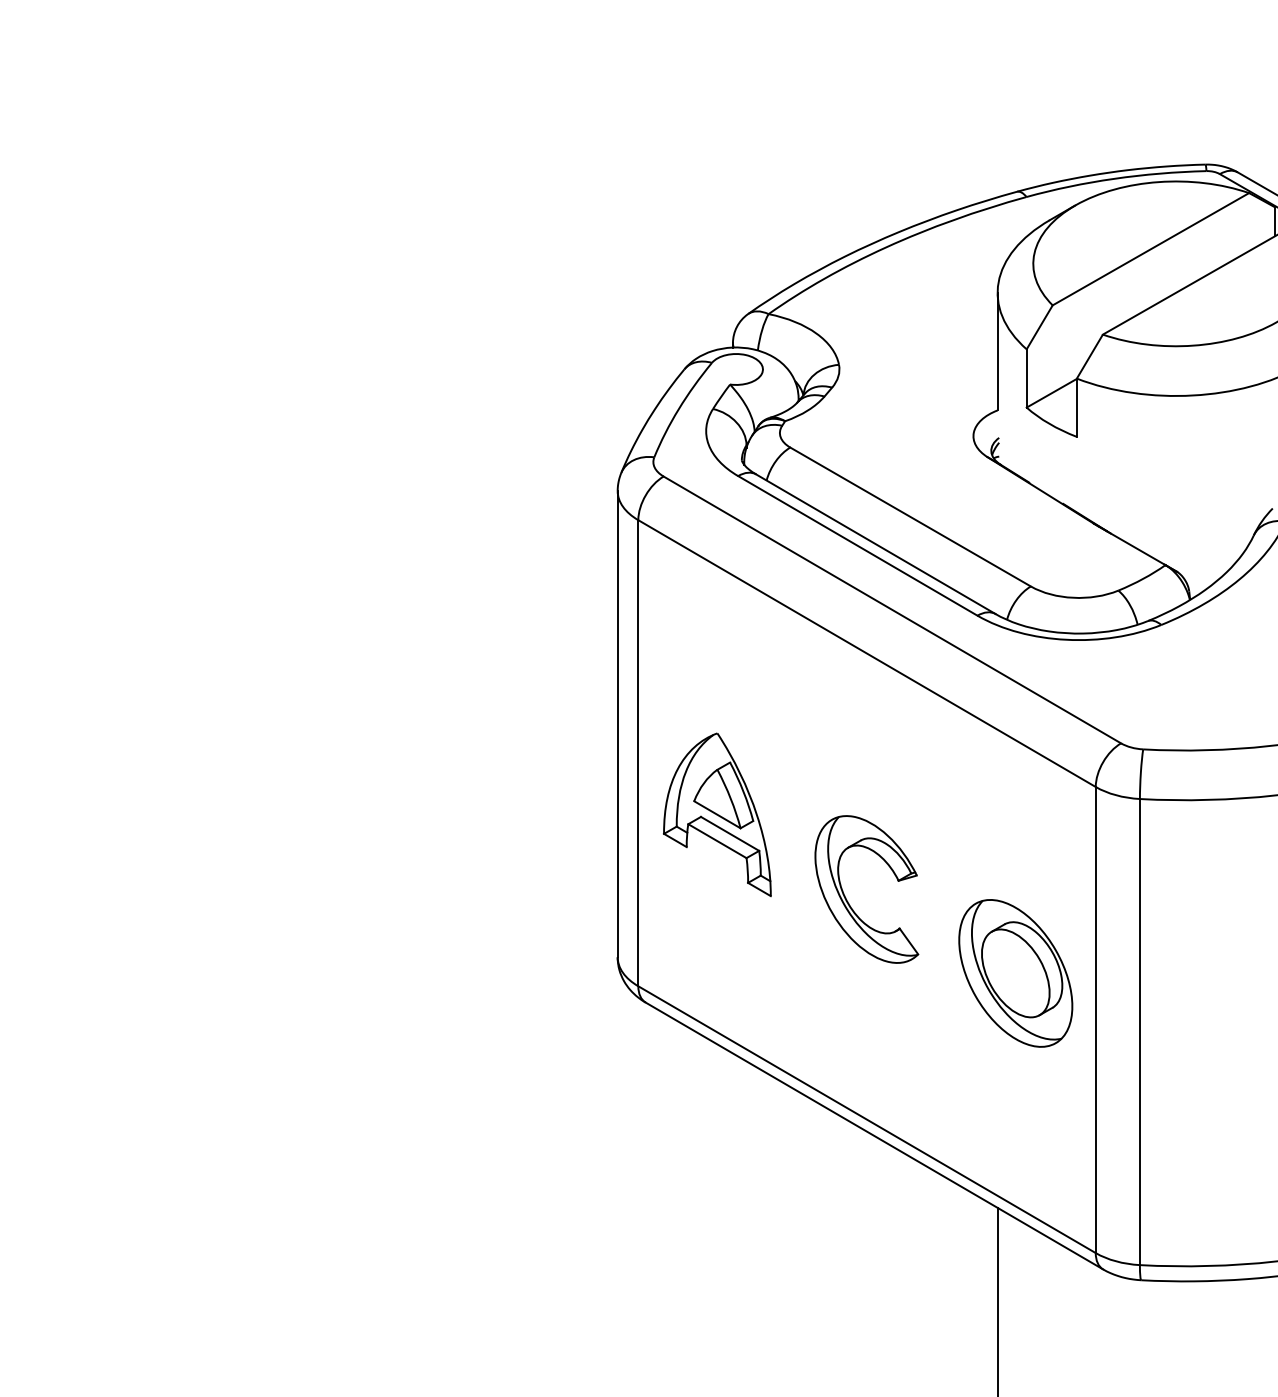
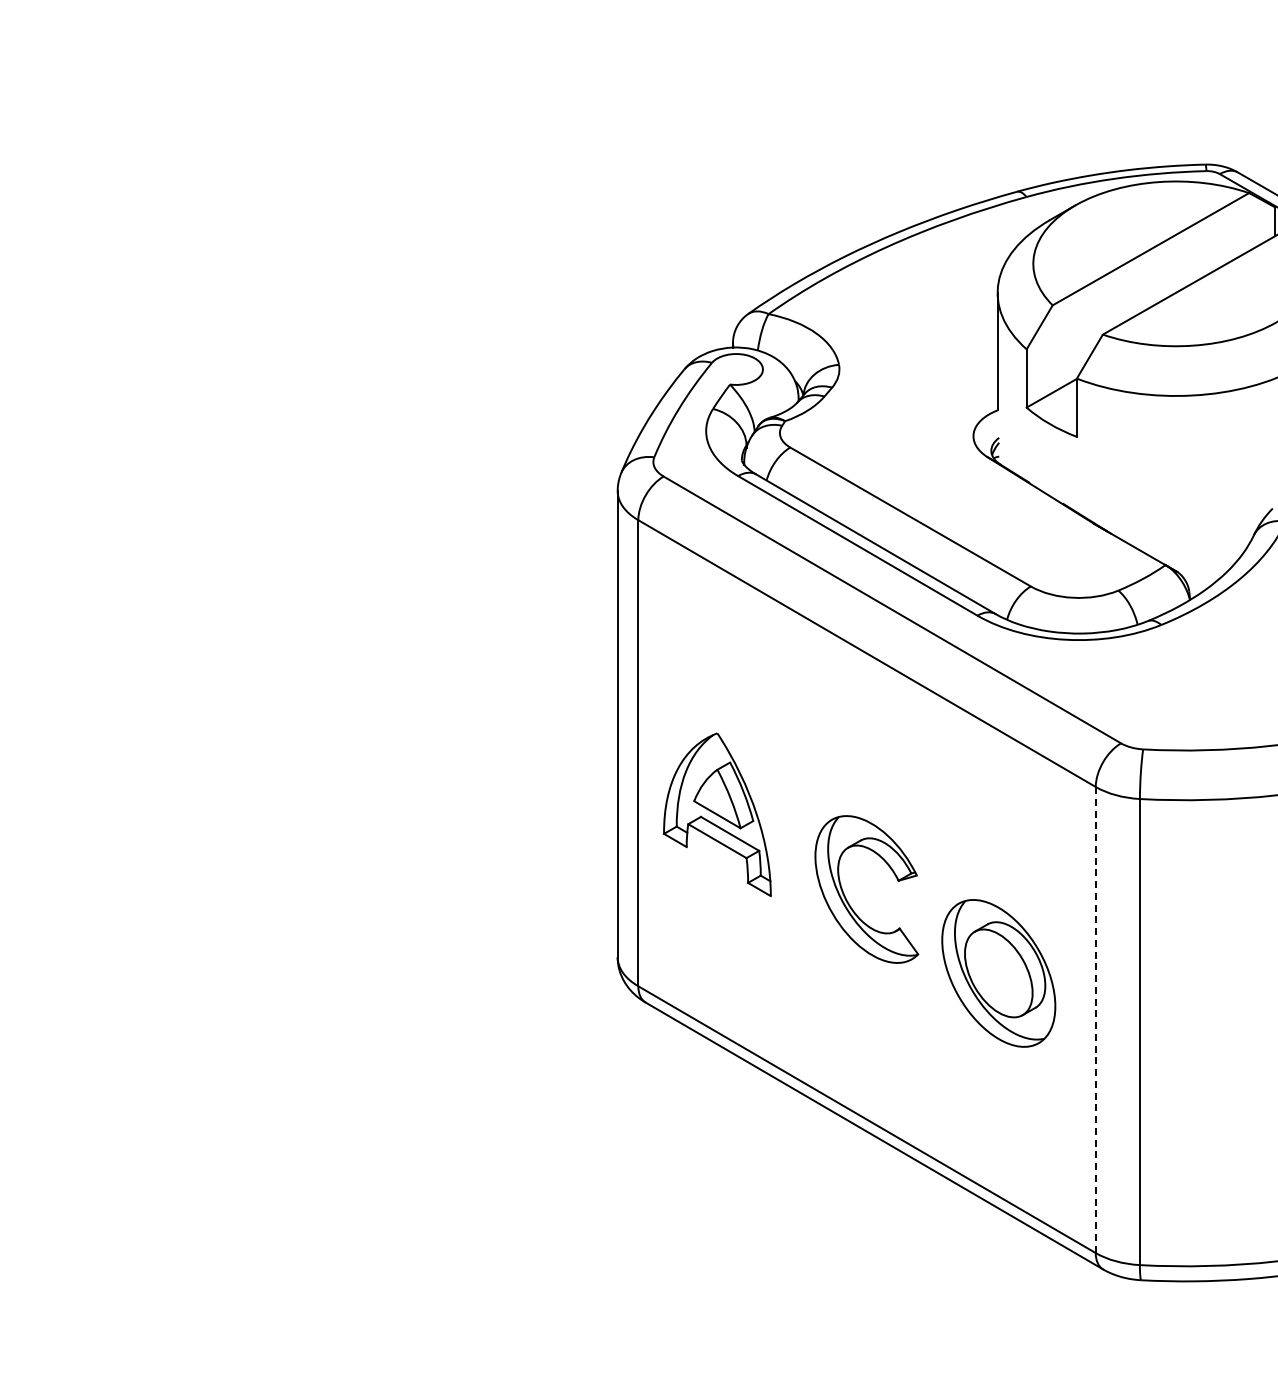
part at (1015, 973) position: (1015, 973) -> (998, 973)
line at (1095, 1020): solid -> dashed
line at (997, 1300): present -> none
